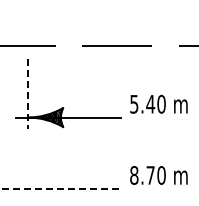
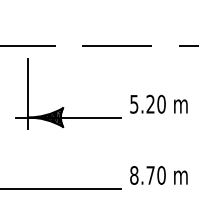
line at (27, 94): dashed -> solid
text at (150, 103): 5.40 -> 5.20
line at (61, 188): dashed -> solid
